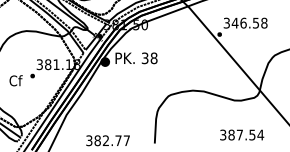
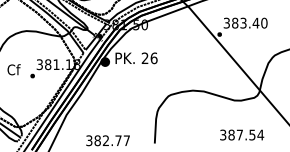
text at (249, 22): 346.58 -> 383.40
text at (149, 58): 38 -> 26
text at (15, 80) position: (15, 80) -> (13, 69)
